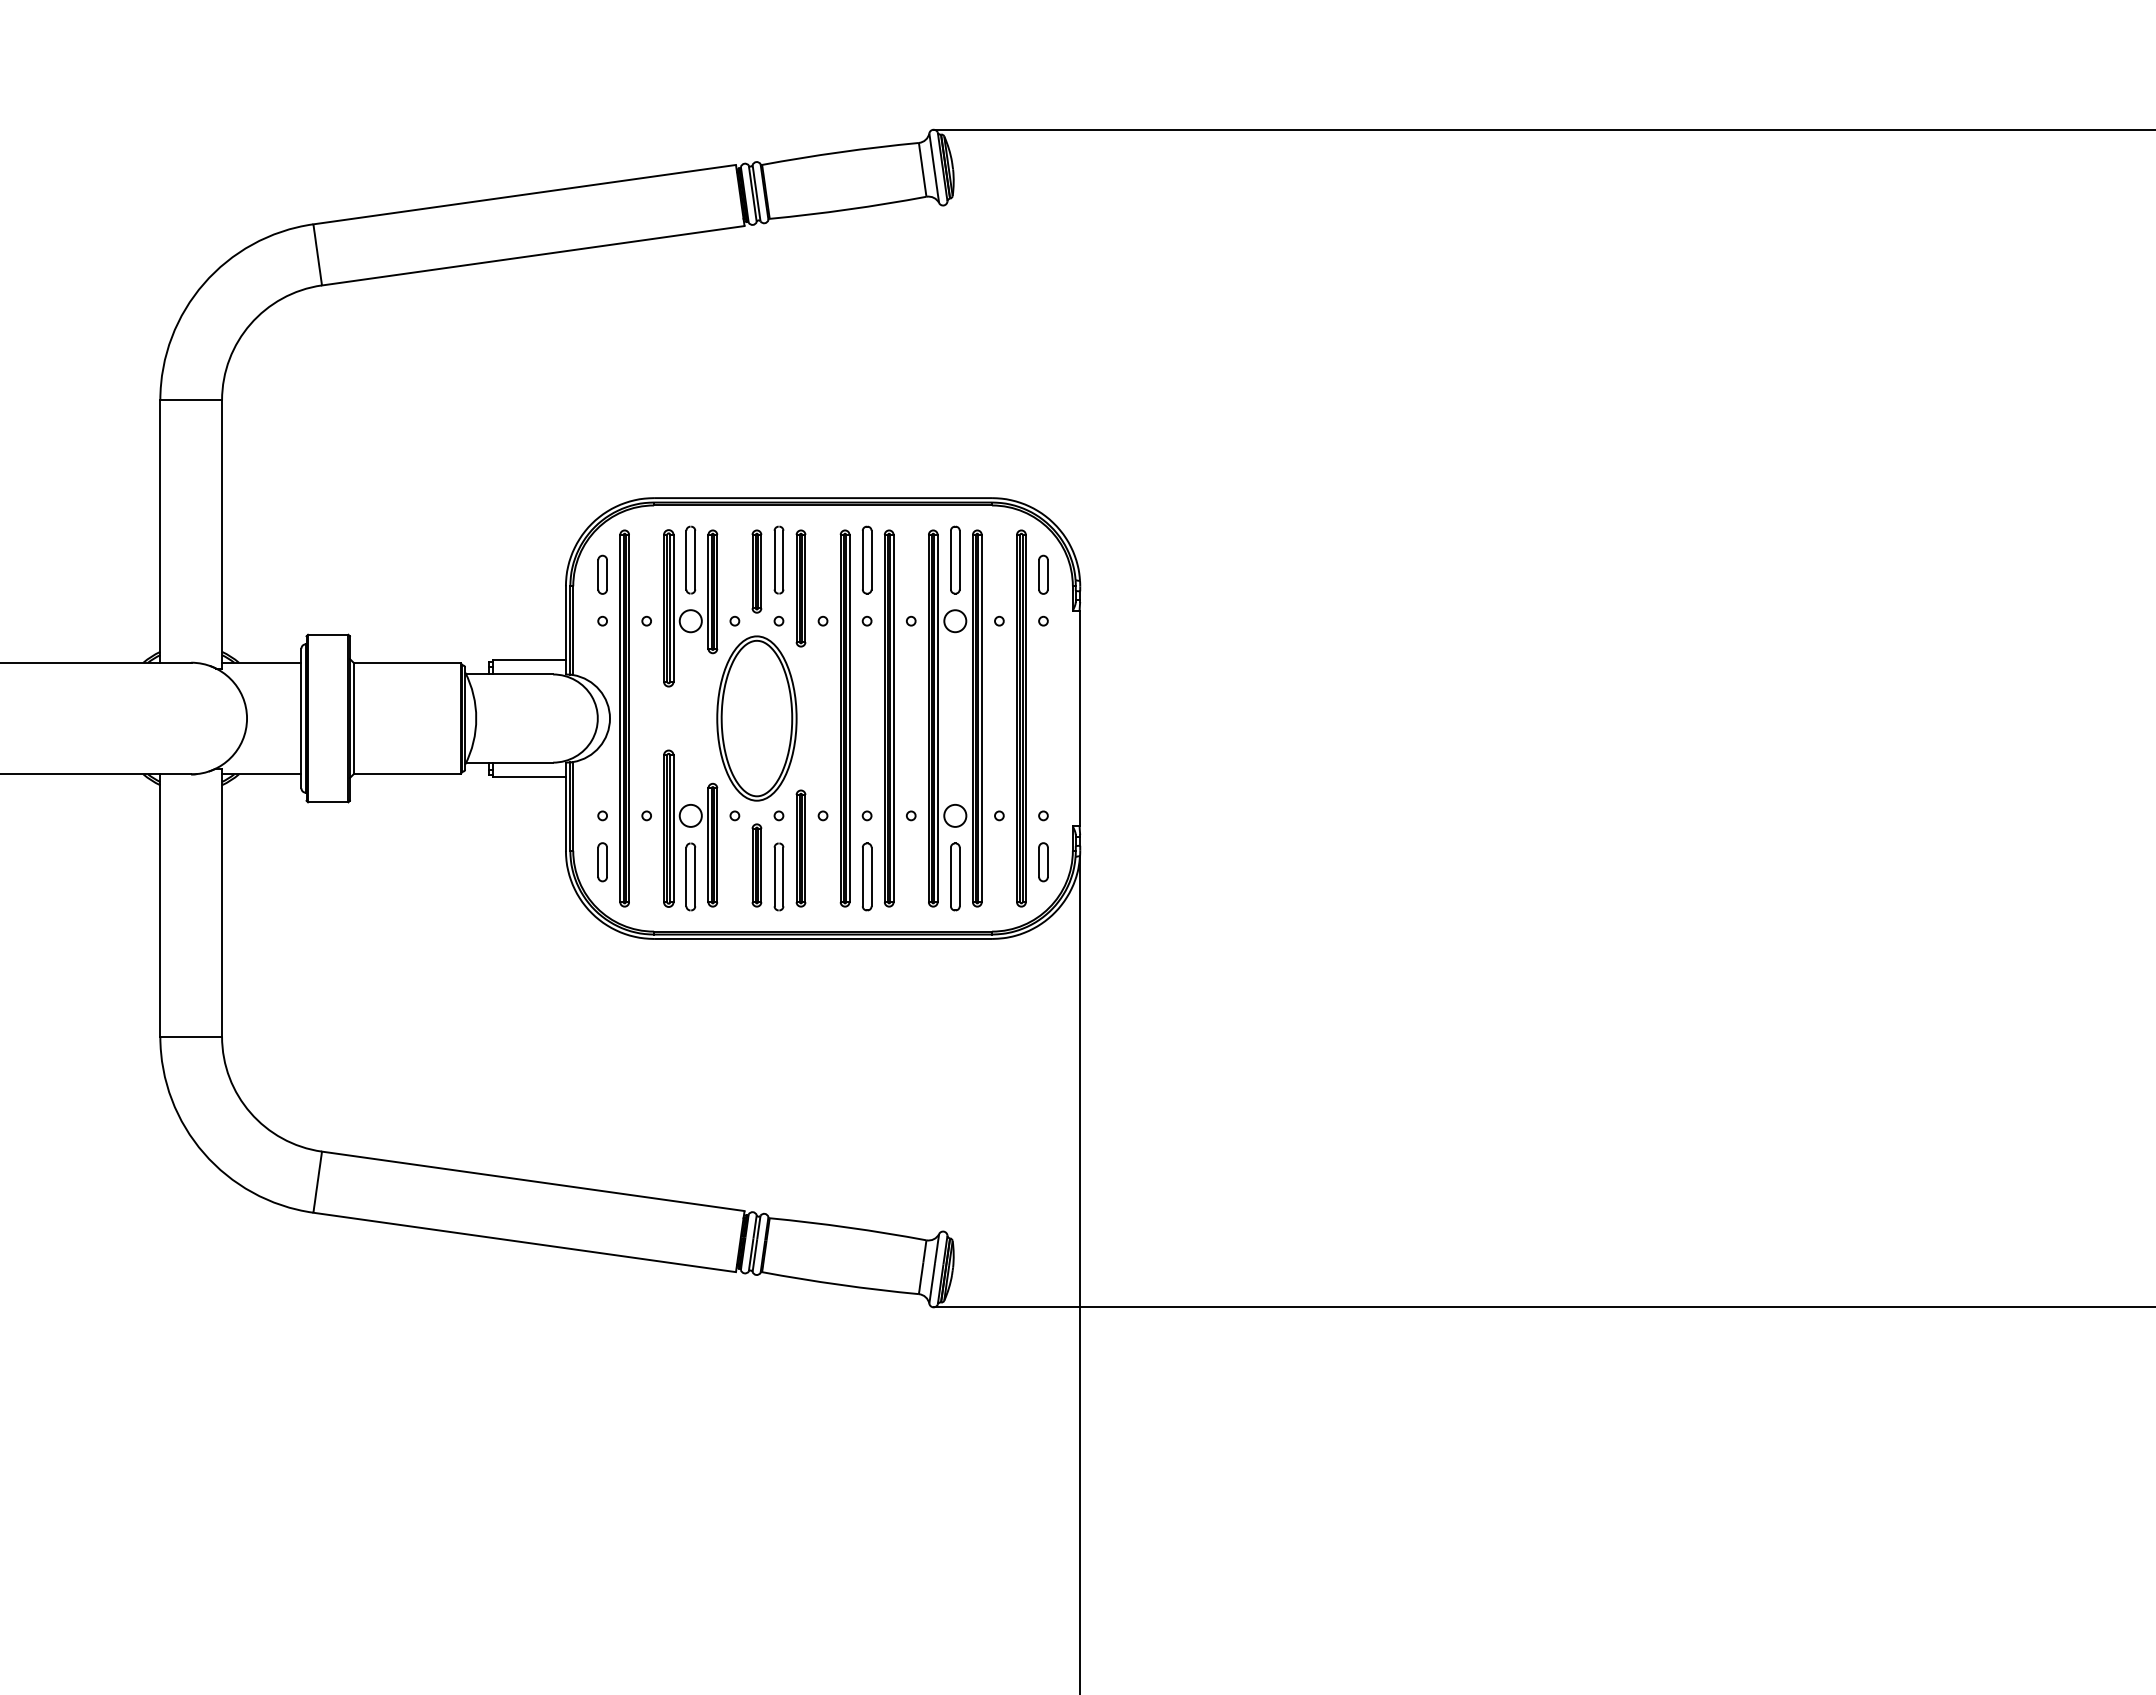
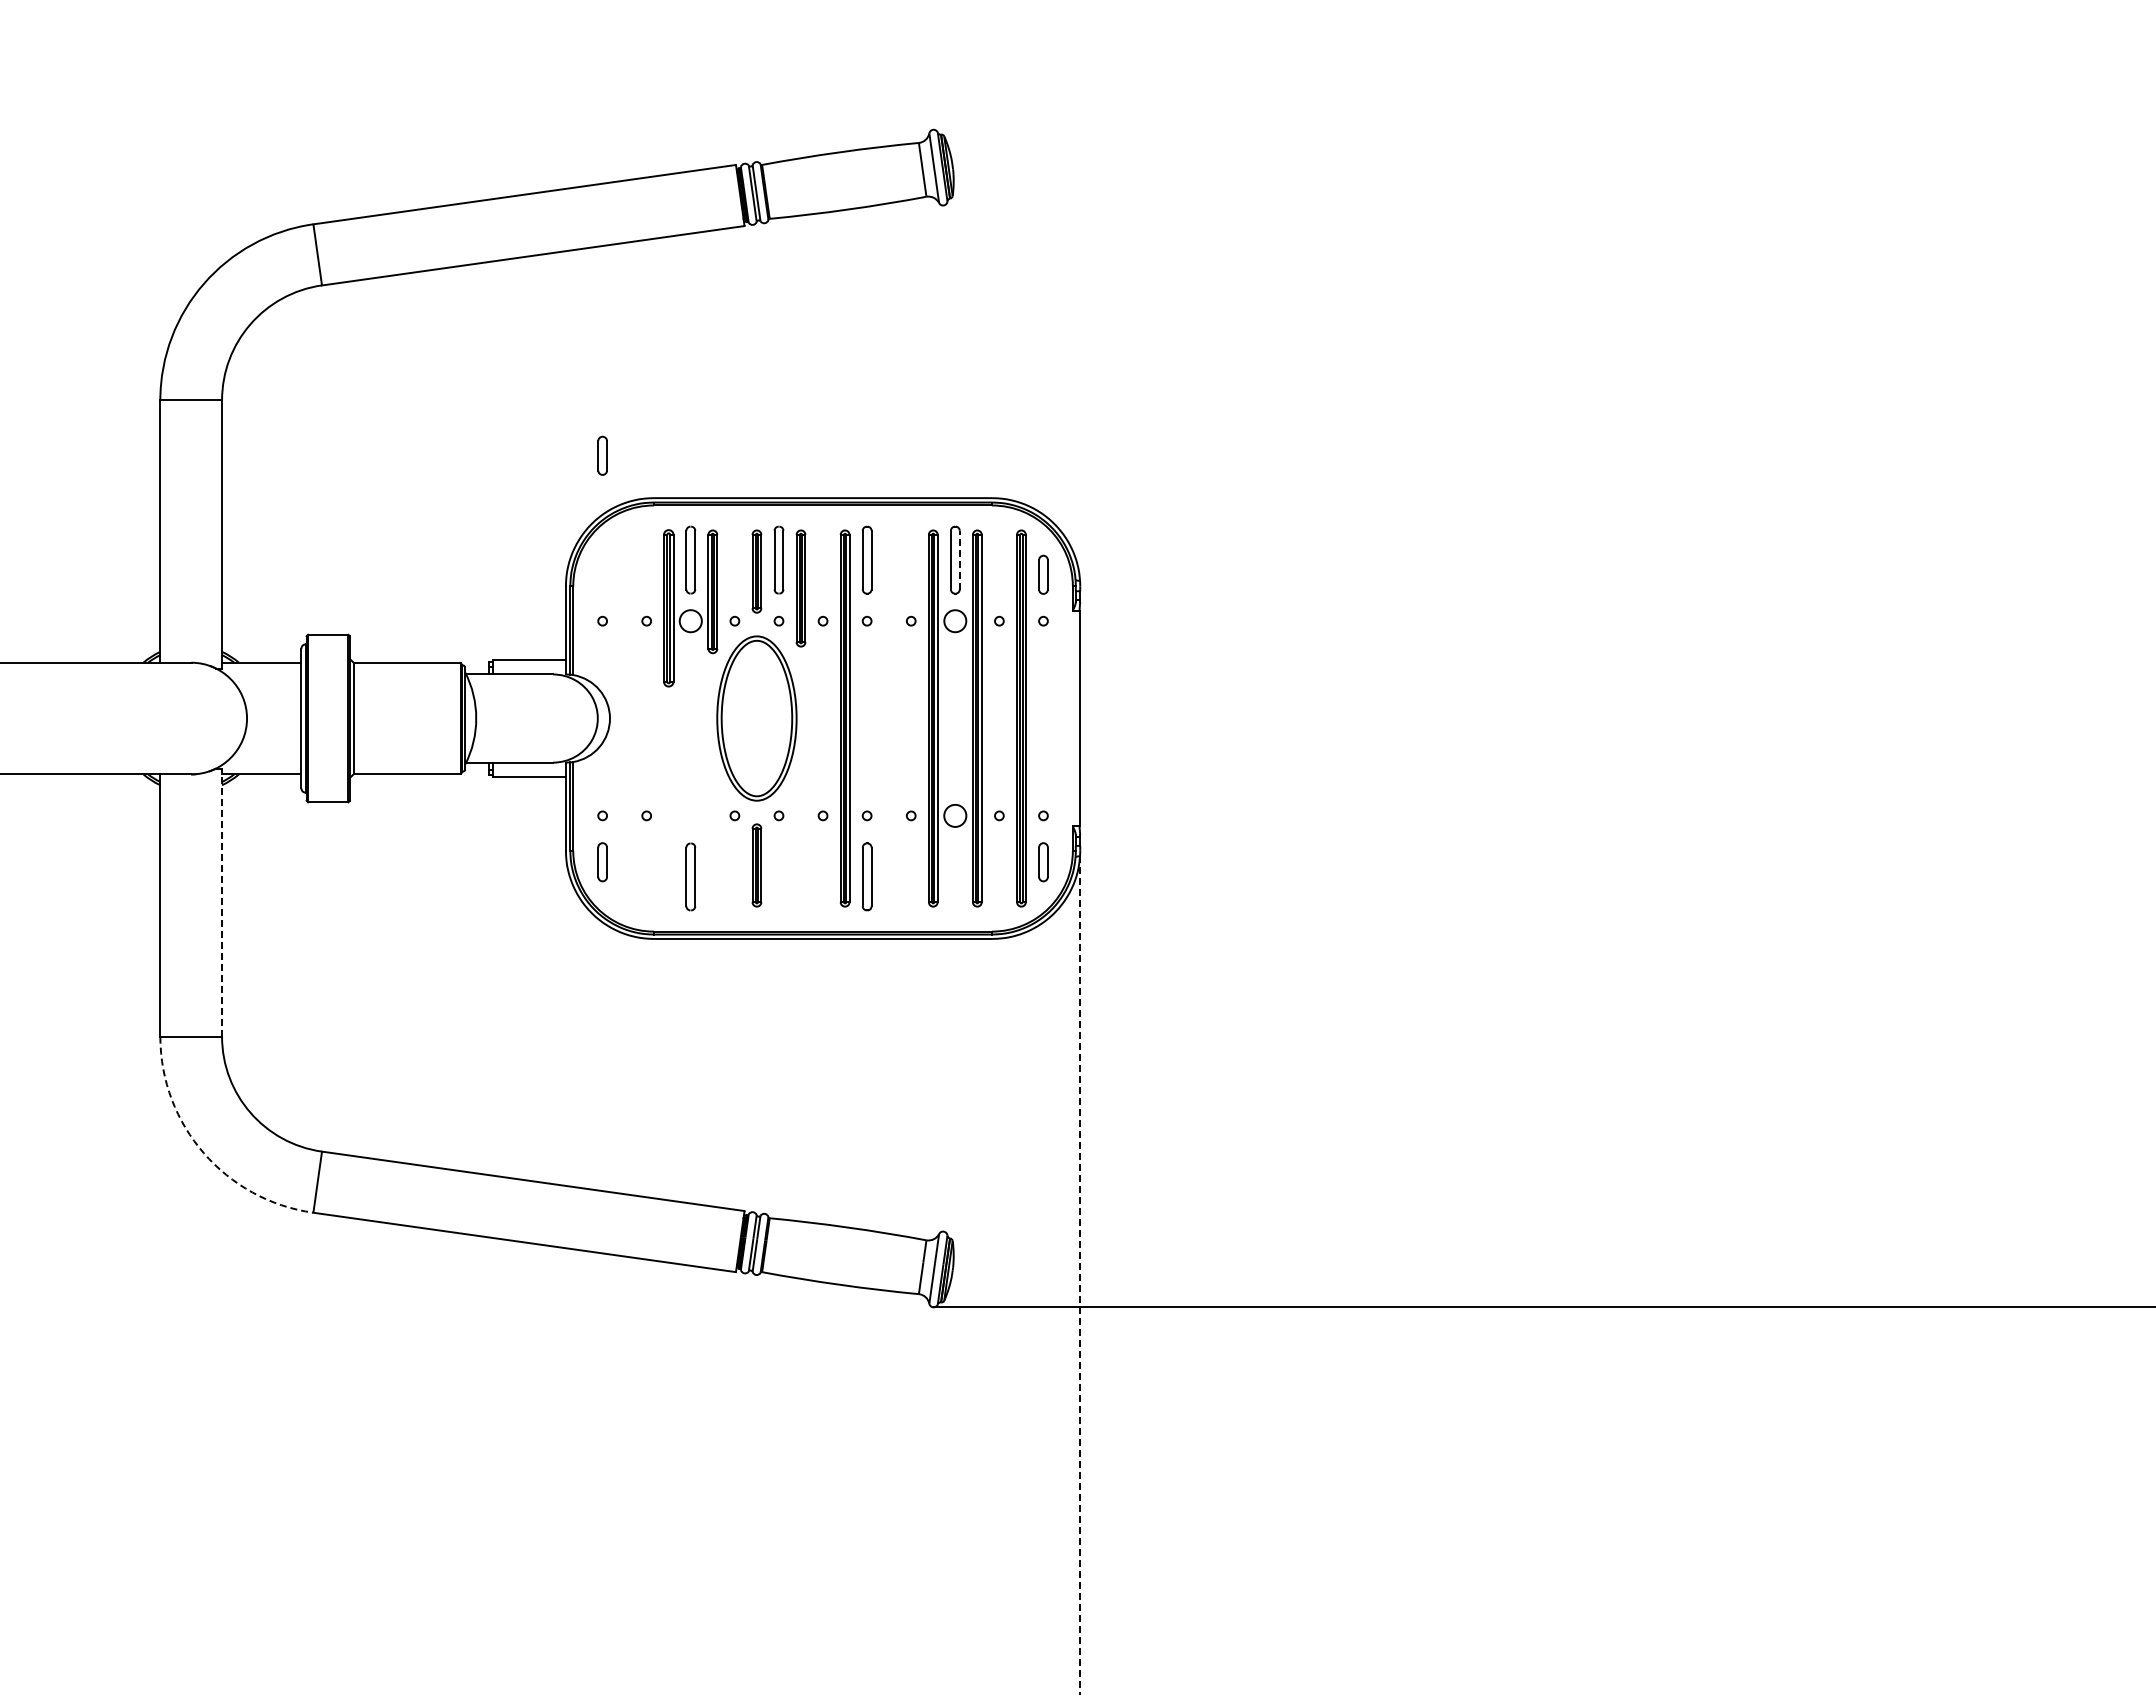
line at (1542, 129): present -> none
line at (959, 559): solid -> dashed
part at (602, 574) position: (602, 574) -> (602, 455)
part at (624, 718): present -> none
part at (889, 718): present -> none
part at (690, 828): present -> none
part at (800, 848): present -> none
part at (778, 876): present -> none
part at (955, 876): present -> none
line at (222, 902): solid -> dashed
arc at (203, 1153): solid -> dashed
line at (1080, 1275): solid -> dashed
